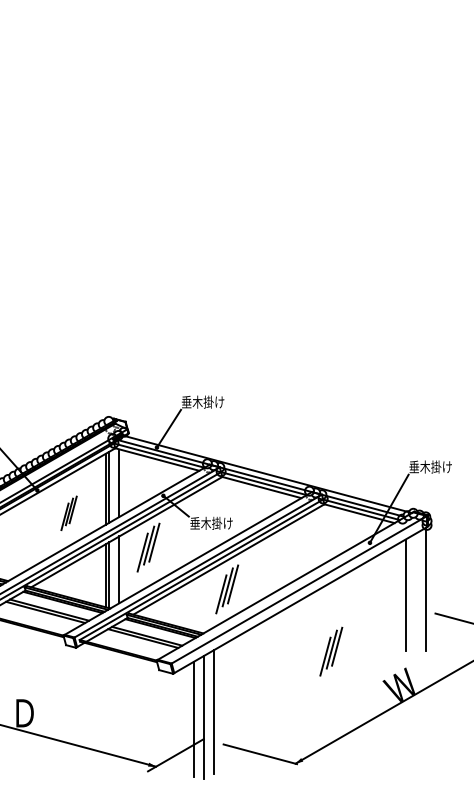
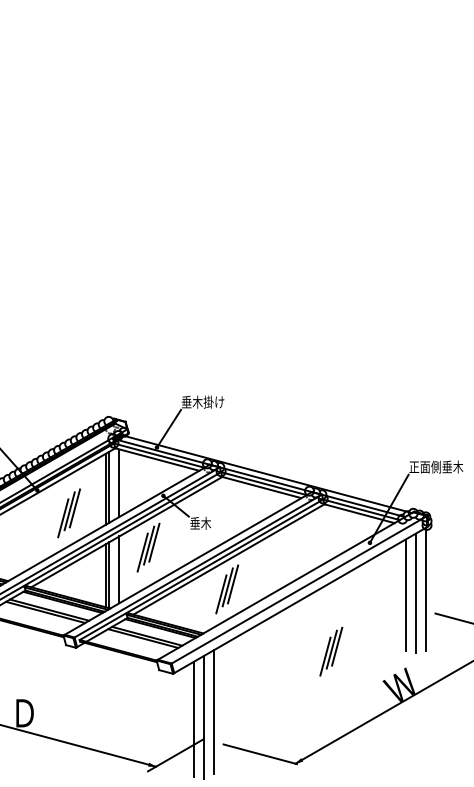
text at (436, 466): 垂木掛け -> 正面側垂木
part at (68, 512) size: 18x36 px -> 24x51 px
text at (222, 522): 垂木掛け -> 垂木
line at (415, 593): none -> present
